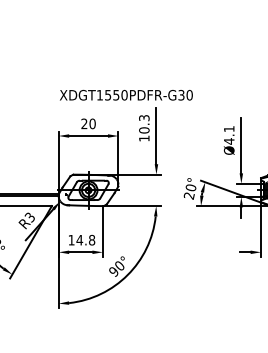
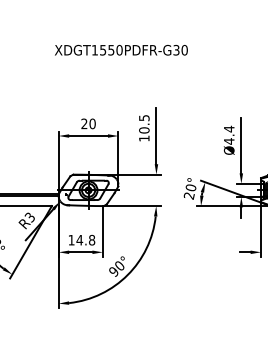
text at (126, 94) position: (126, 94) -> (121, 49)
text at (143, 117): 10.3 -> 10.5
text at (229, 128): Ø4.1 -> Ø4.4
